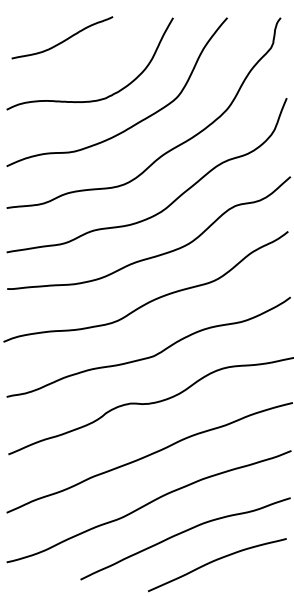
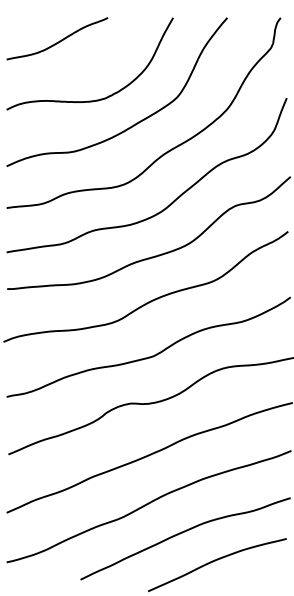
curve at (64, 39) position: (64, 39) -> (59, 40)
